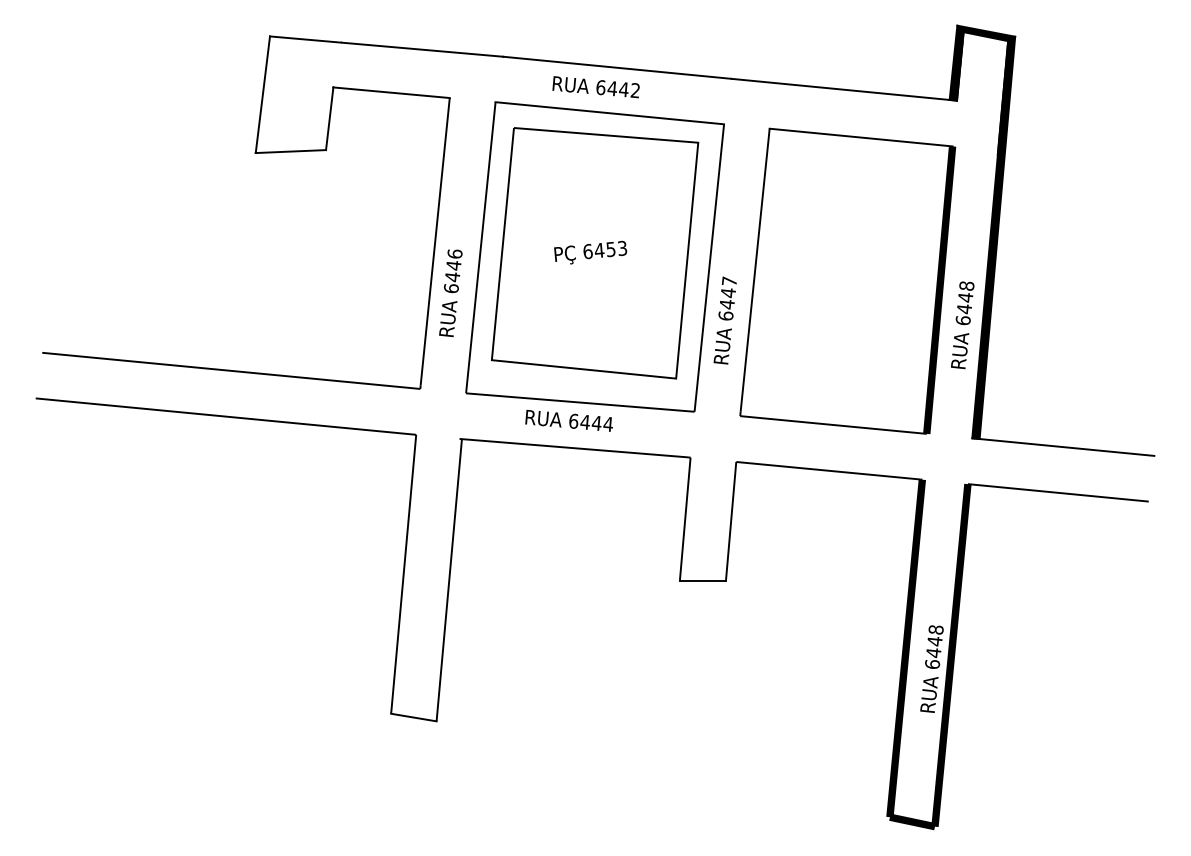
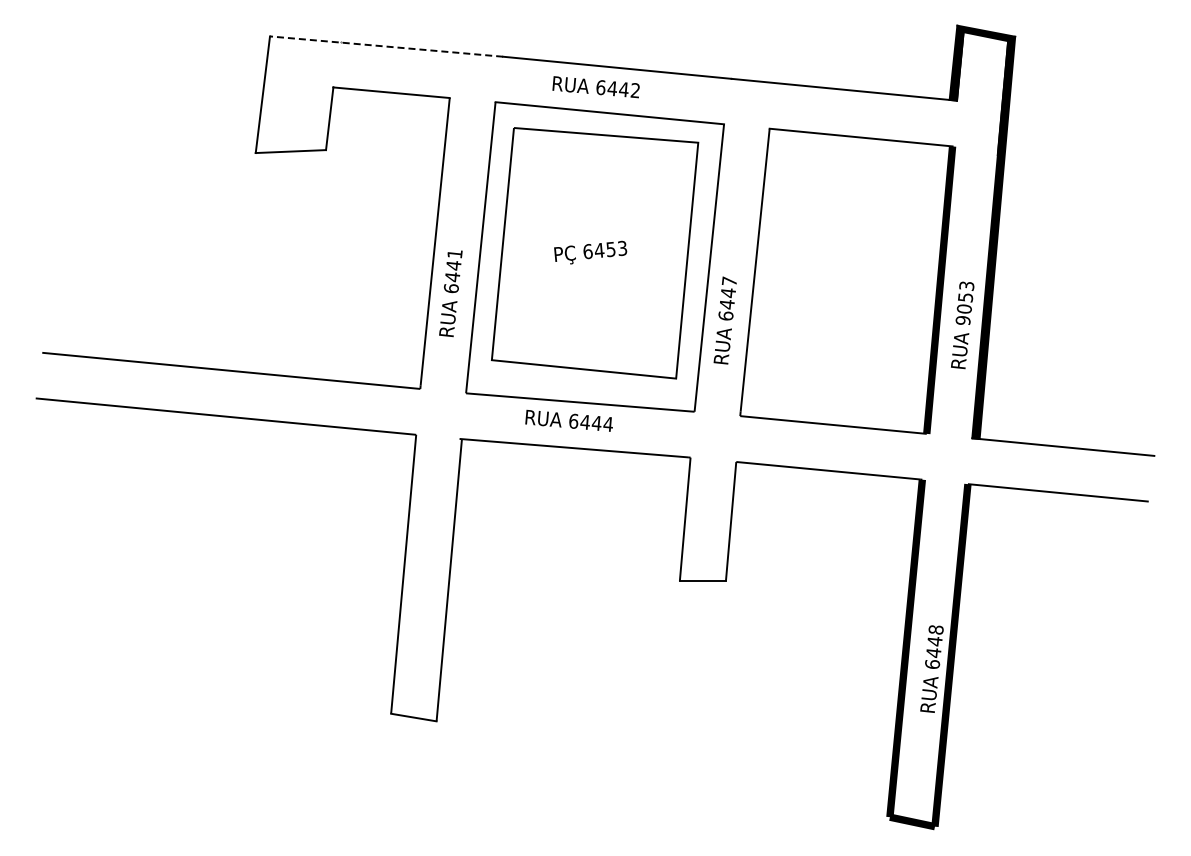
line at (386, 46): solid -> dashed
text at (454, 253): 6446 -> 6441
text at (964, 303): 6448 -> 9053
